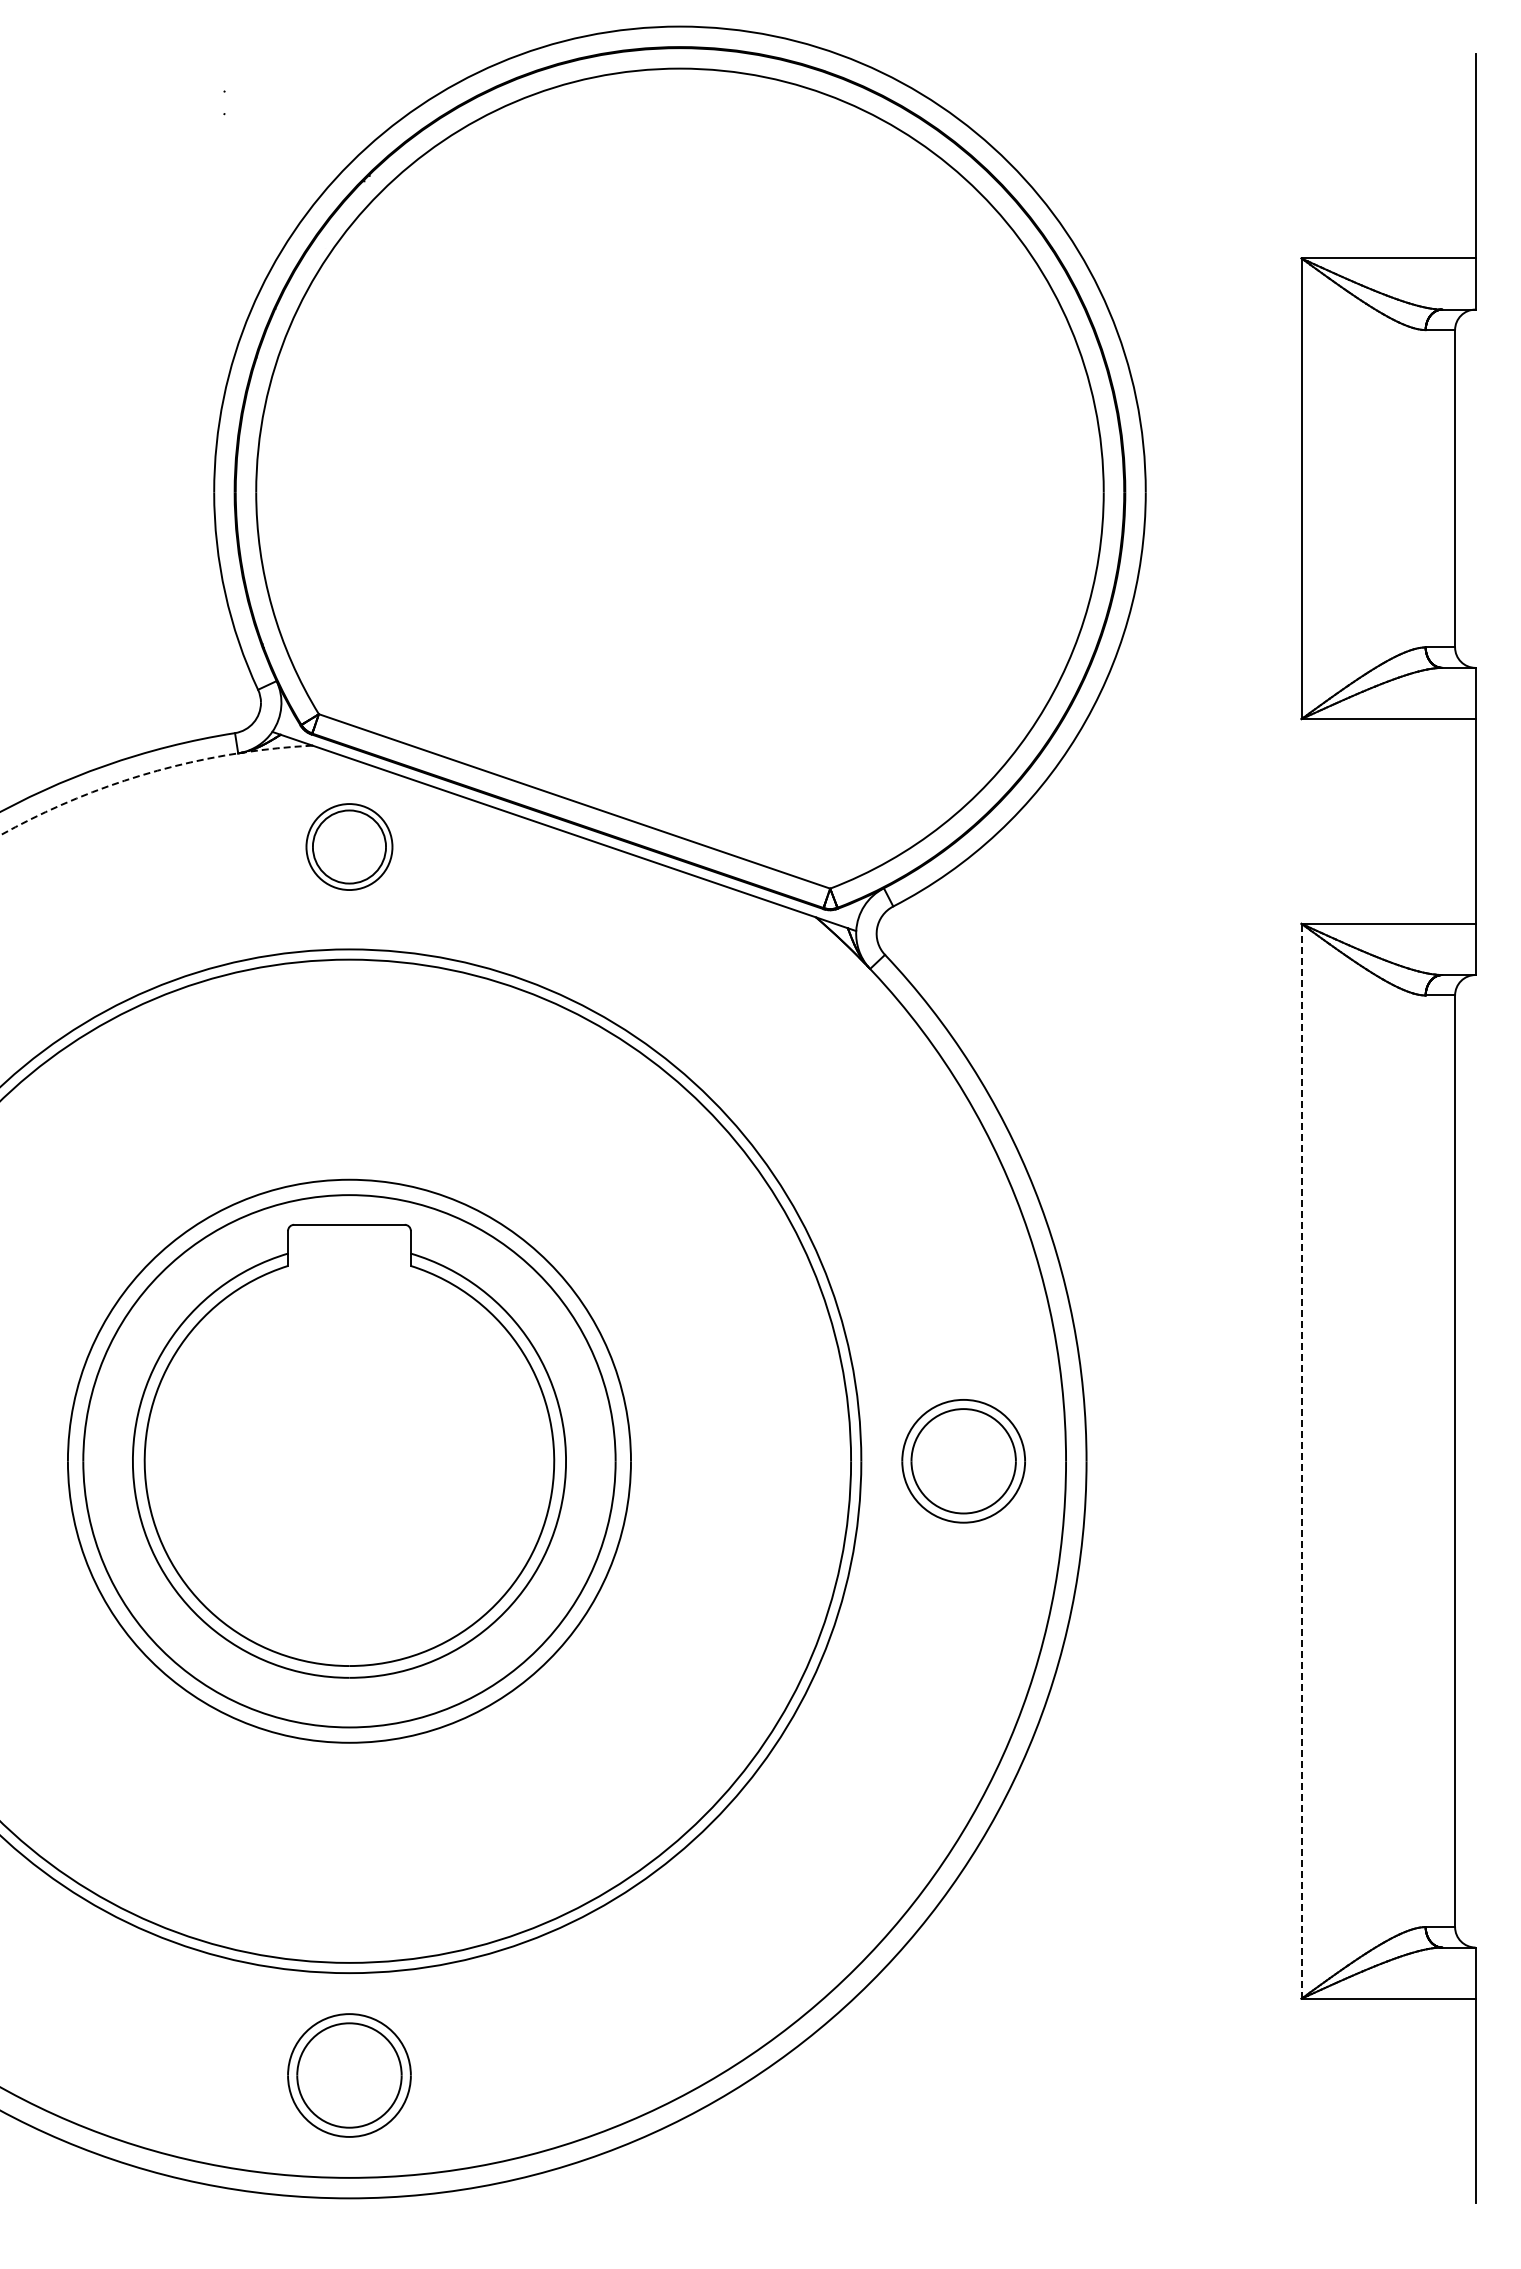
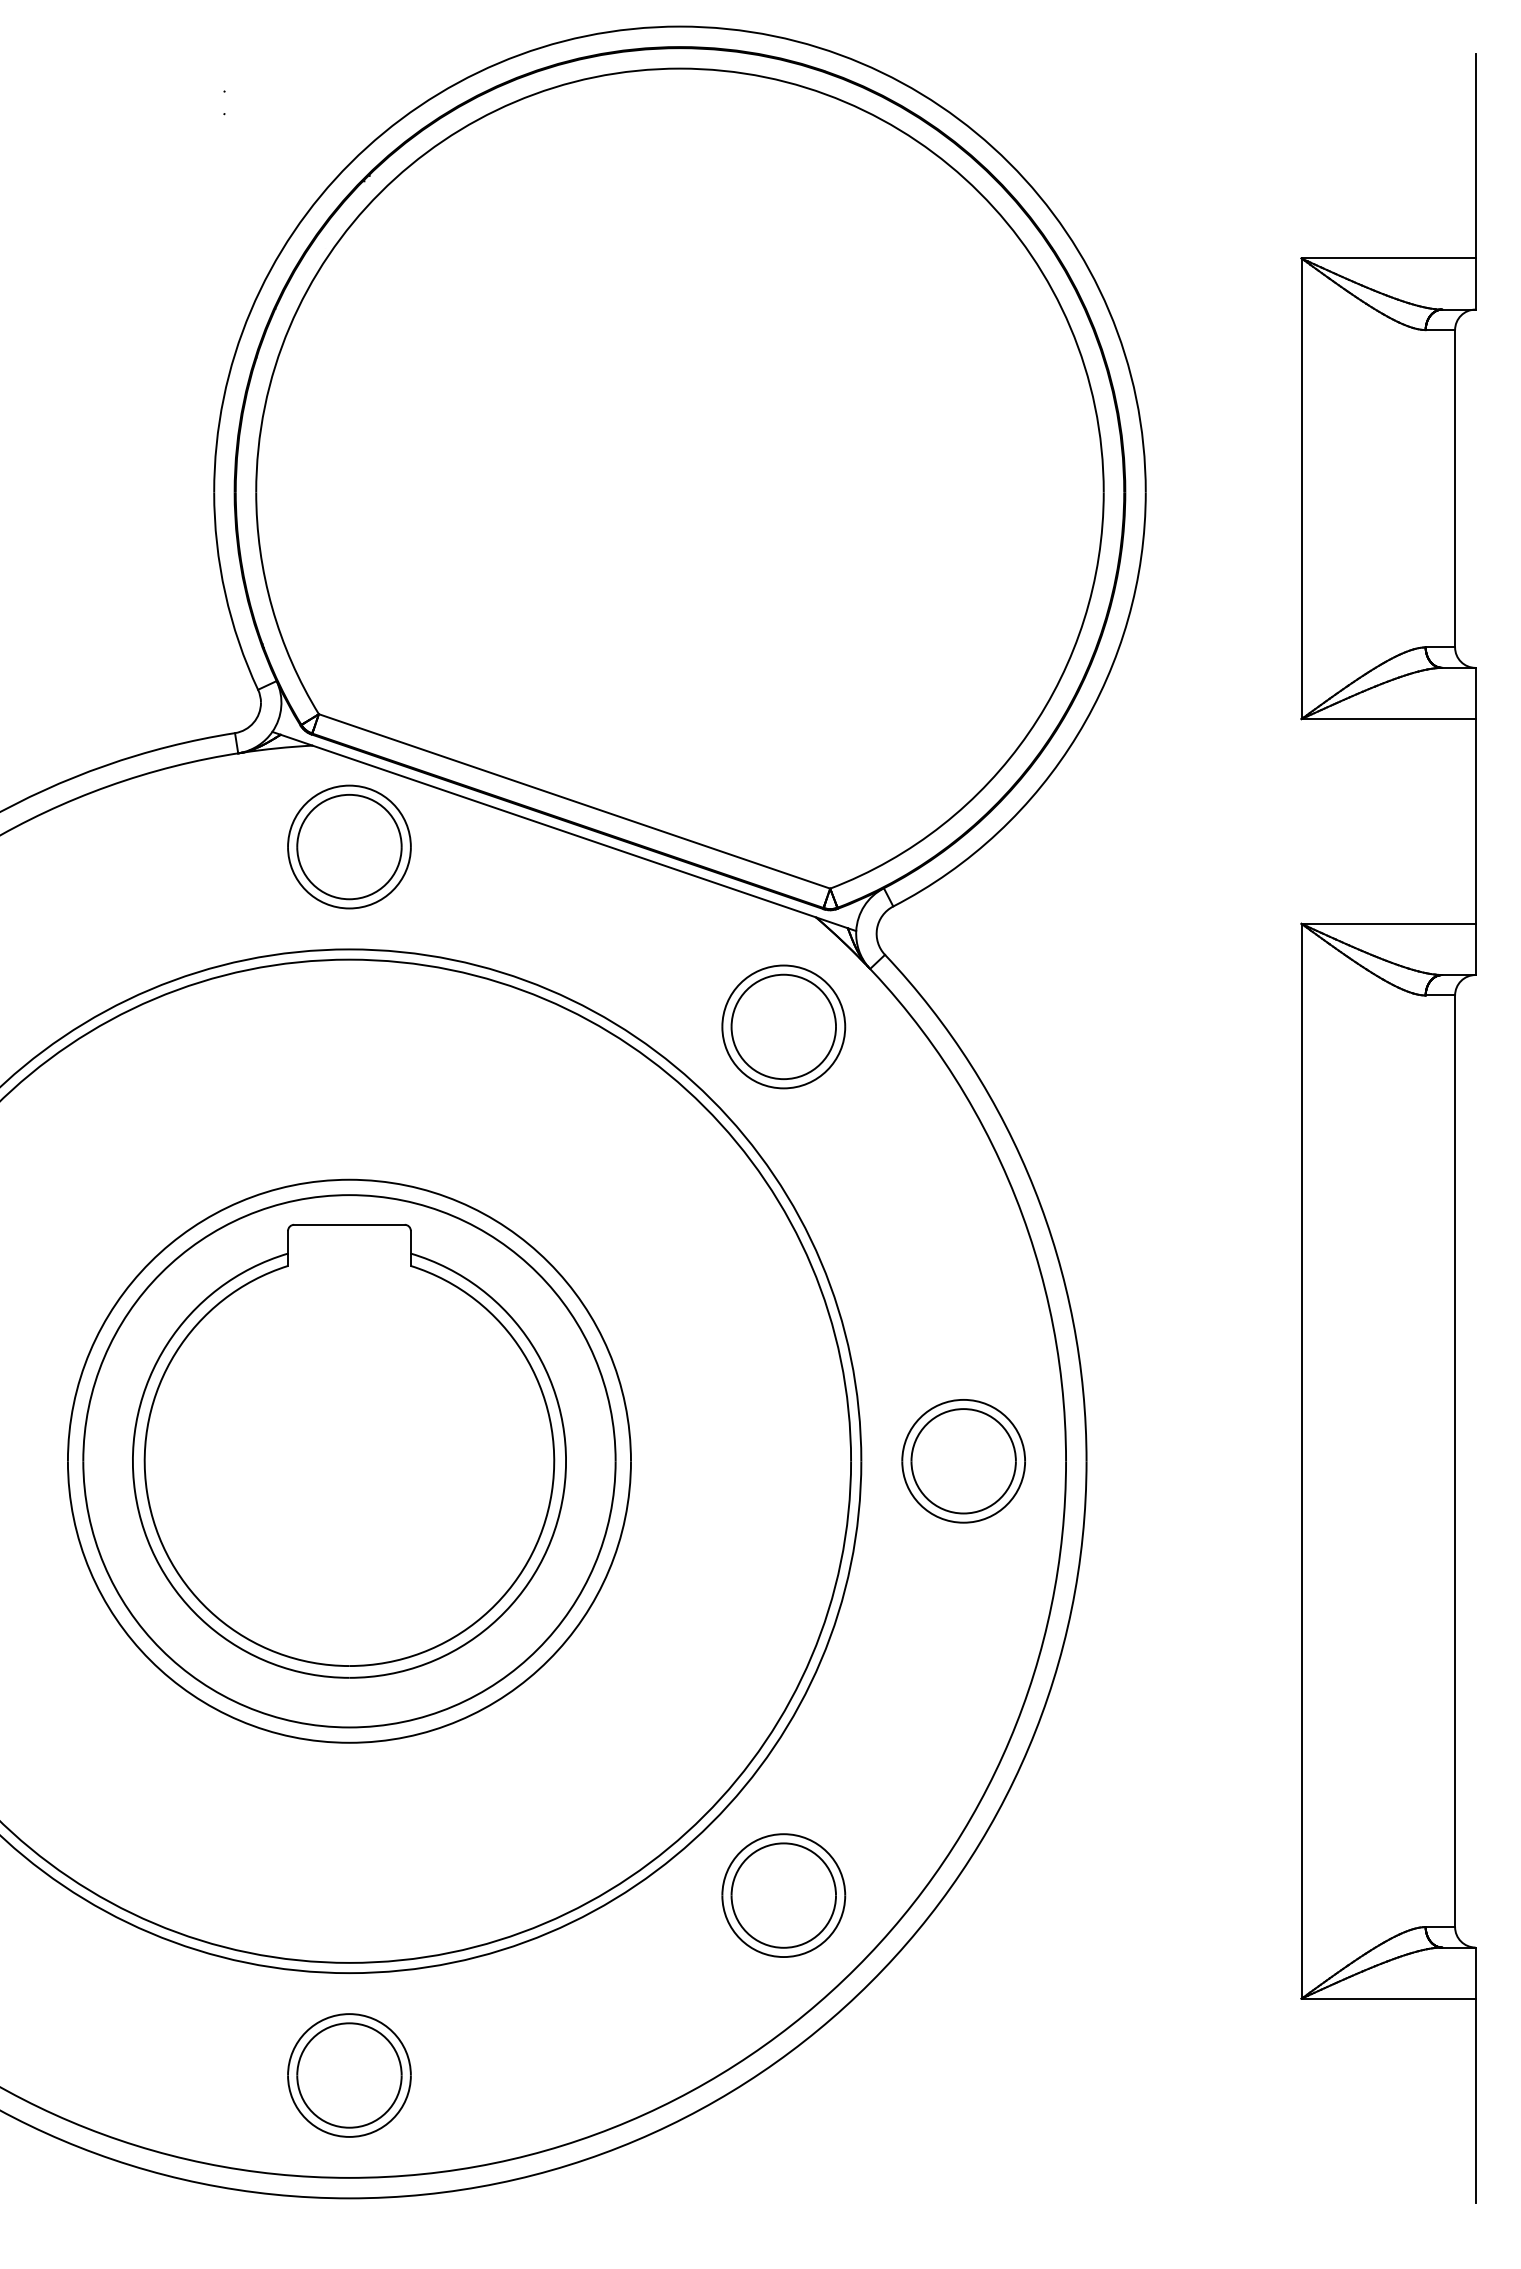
arc at (150, 772): dashed -> solid
part at (349, 846) size: 89x88 px -> 125x126 px
part at (783, 1026): none -> present
line at (1301, 1460): dashed -> solid
part at (783, 1895): none -> present
